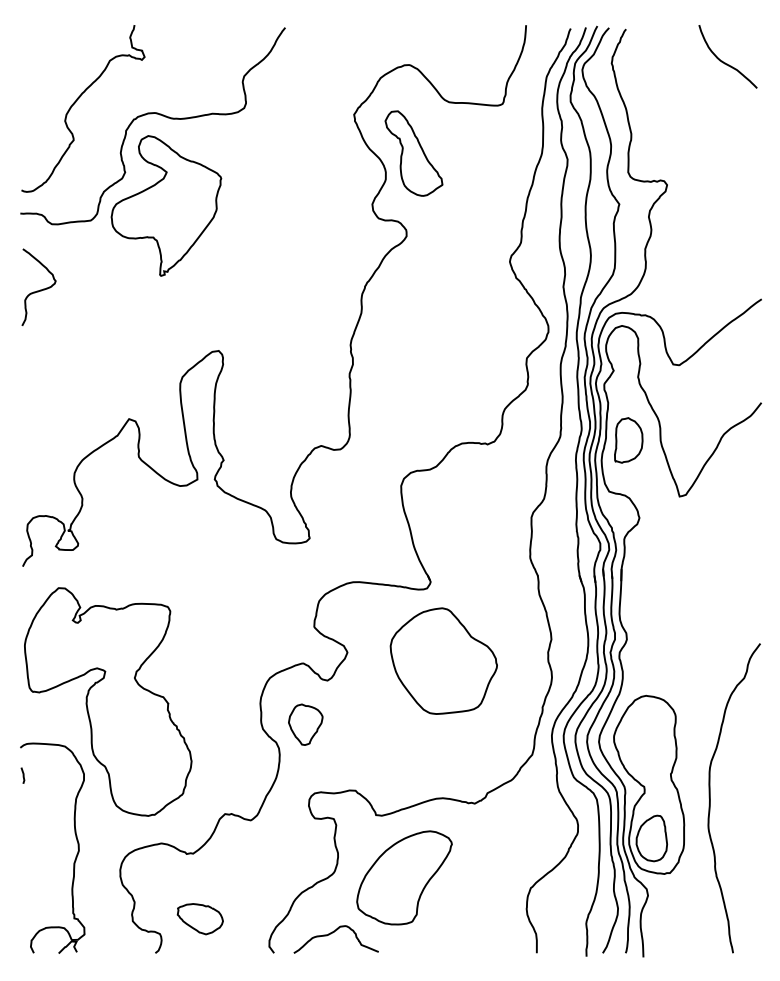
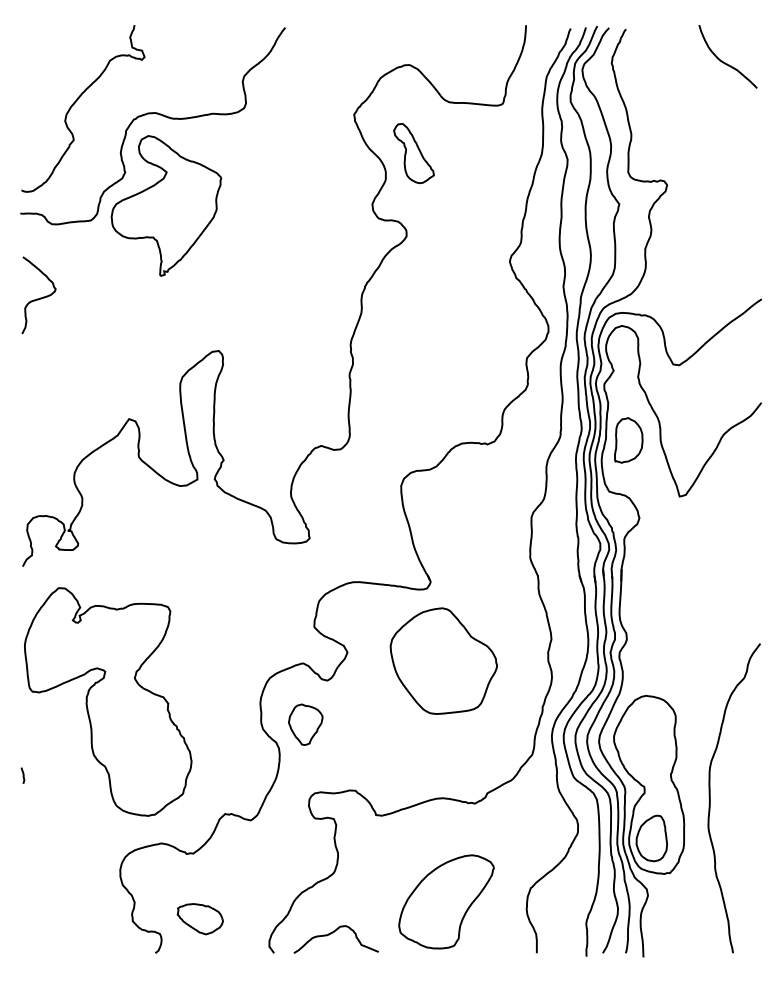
part at (413, 153) size: 60x87 px -> 42x62 px
curve at (40, 289) position: (40, 289) -> (40, 297)
part at (75, 856): present -> none
part at (404, 877) position: (404, 877) -> (446, 901)
